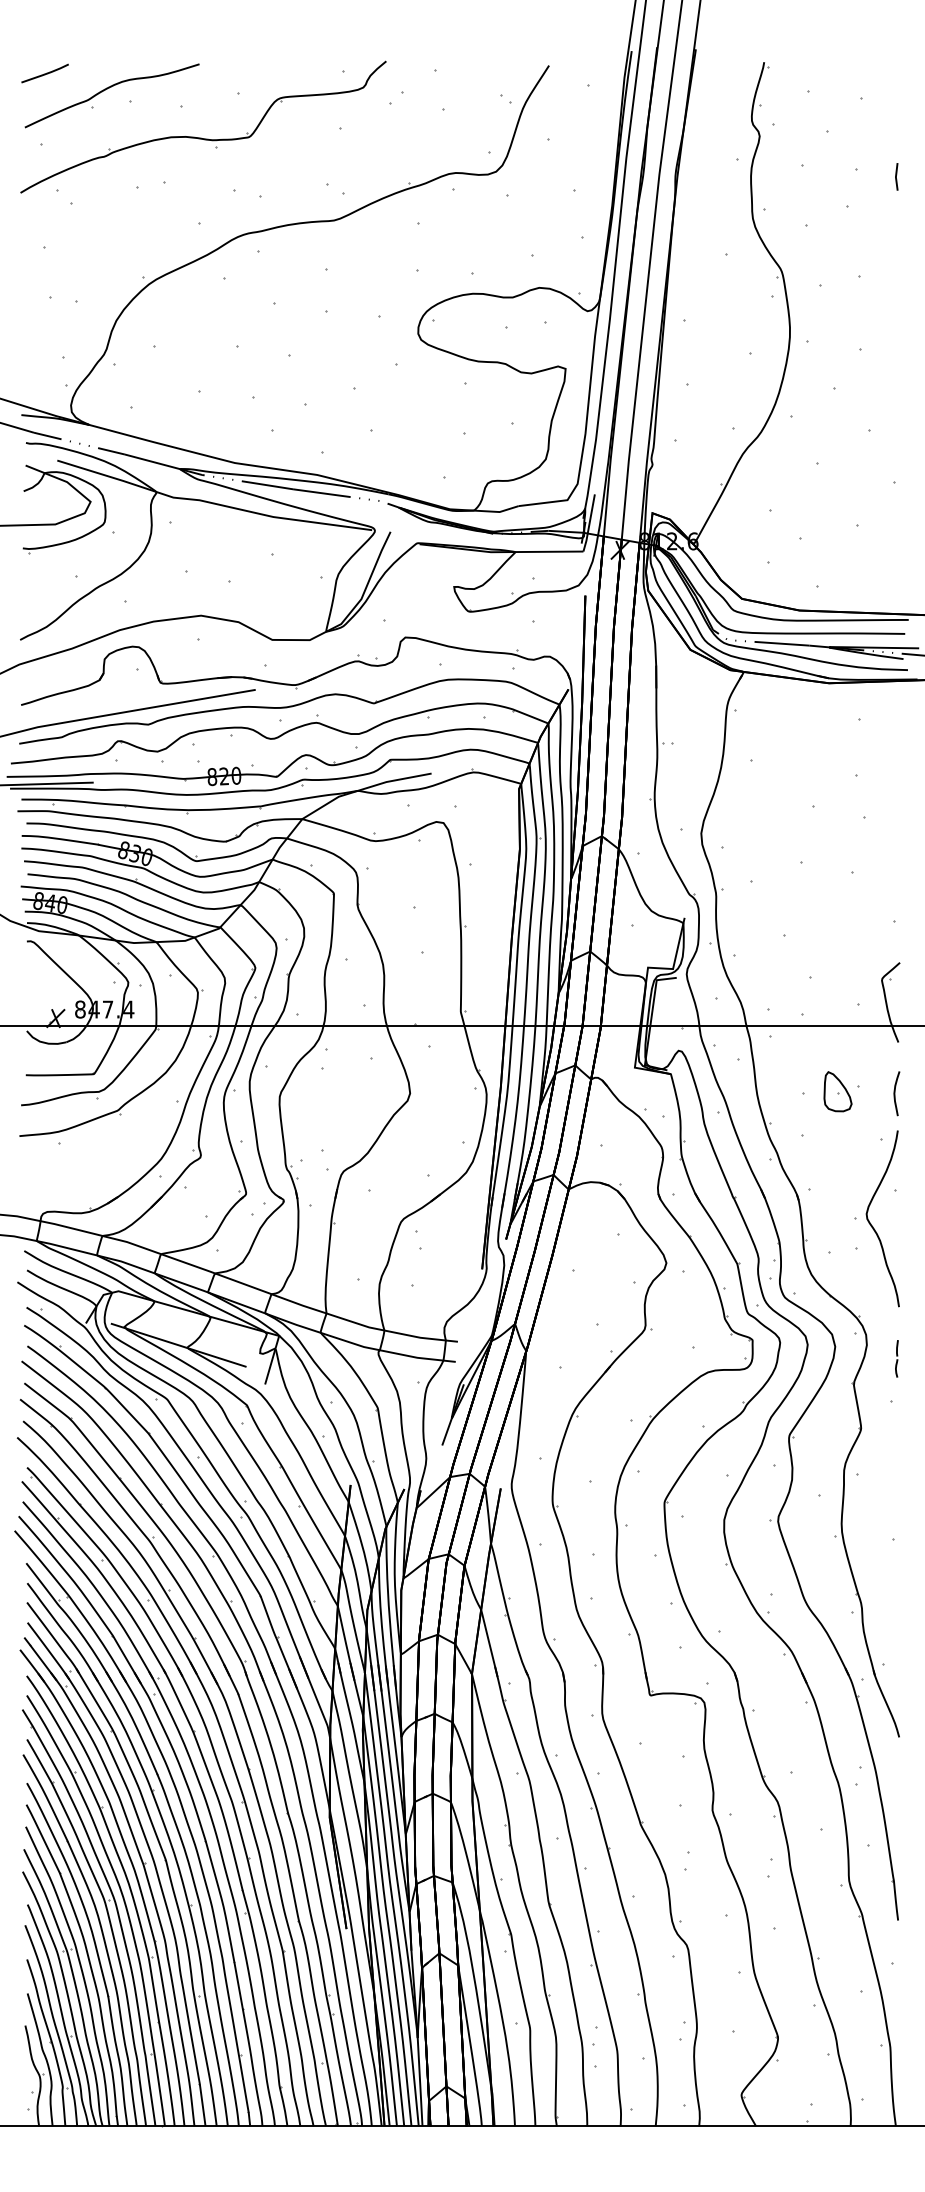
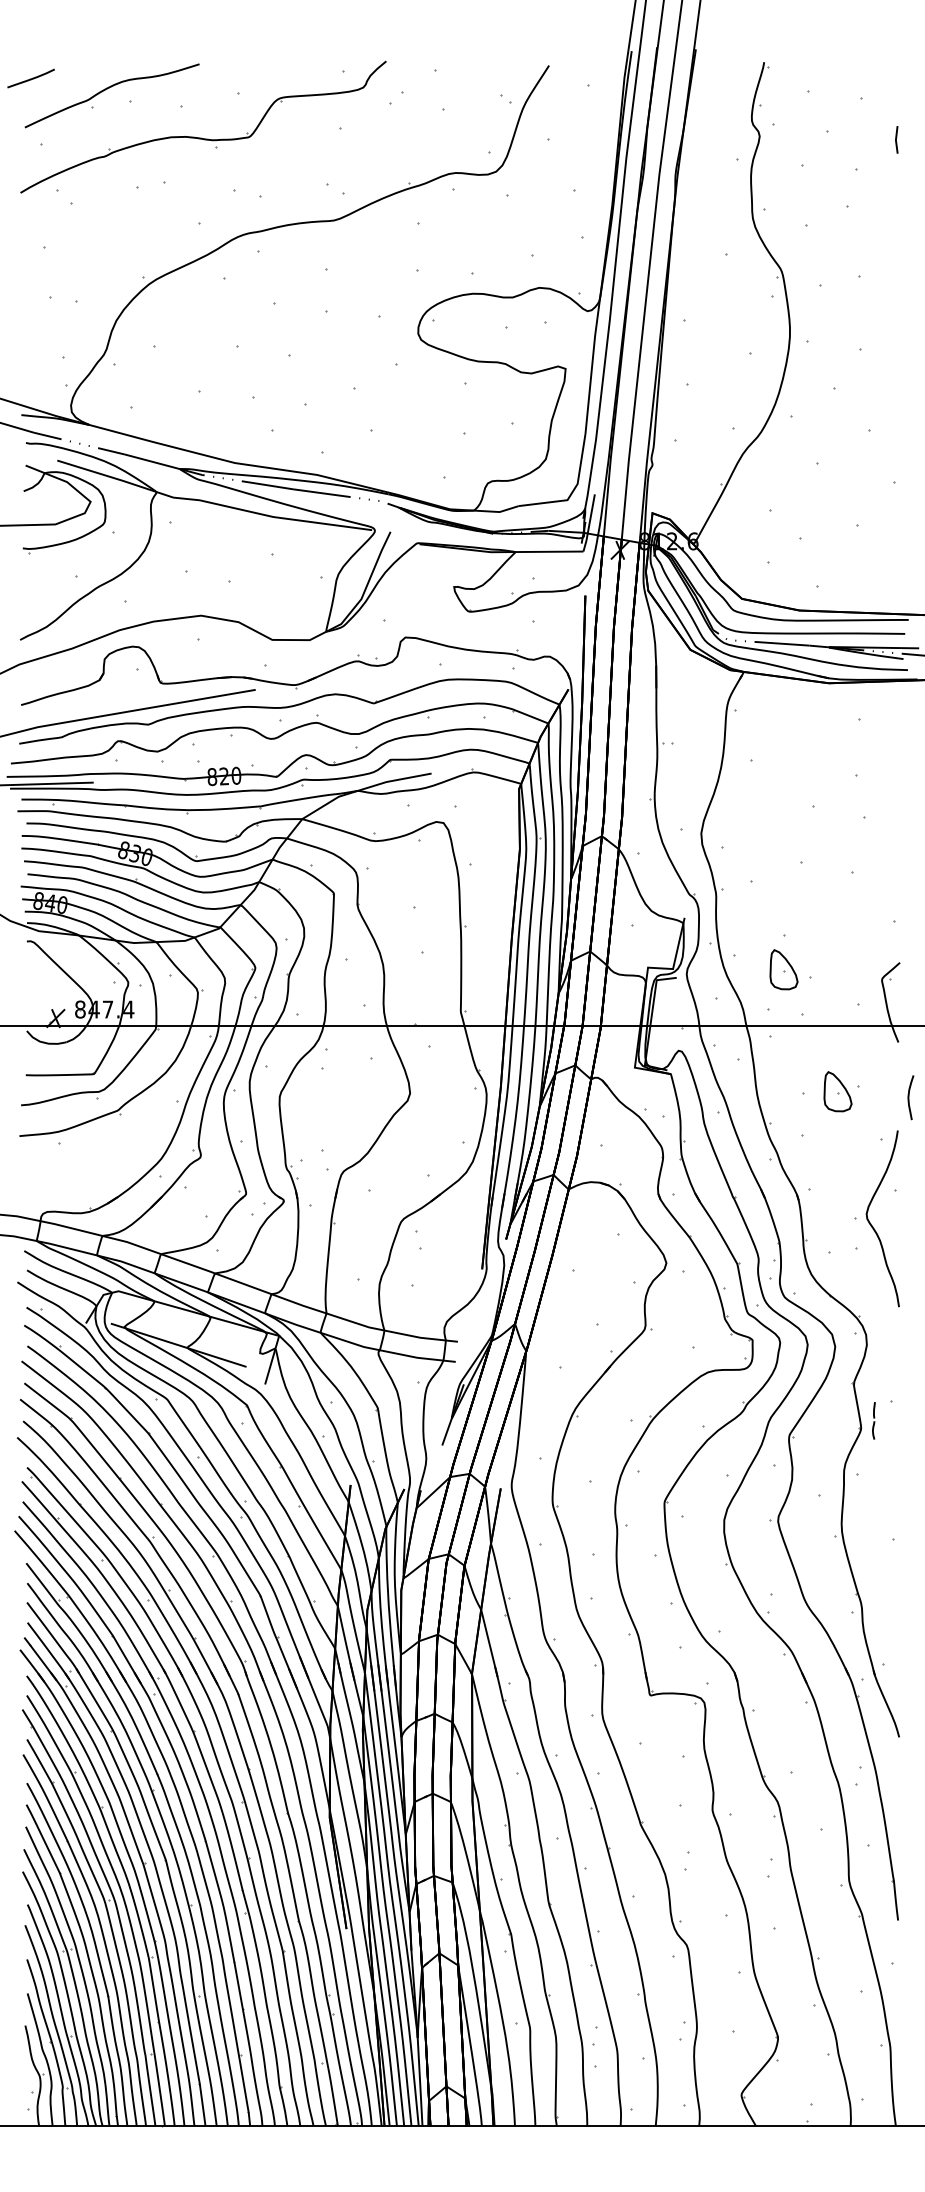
line at (44, 73) position: (44, 73) -> (30, 78)
line at (896, 176) position: (896, 176) -> (896, 139)
part at (783, 969): none -> present
curve at (895, 1093) position: (895, 1093) -> (909, 1097)
part at (896, 1358) position: (896, 1358) -> (873, 1420)
